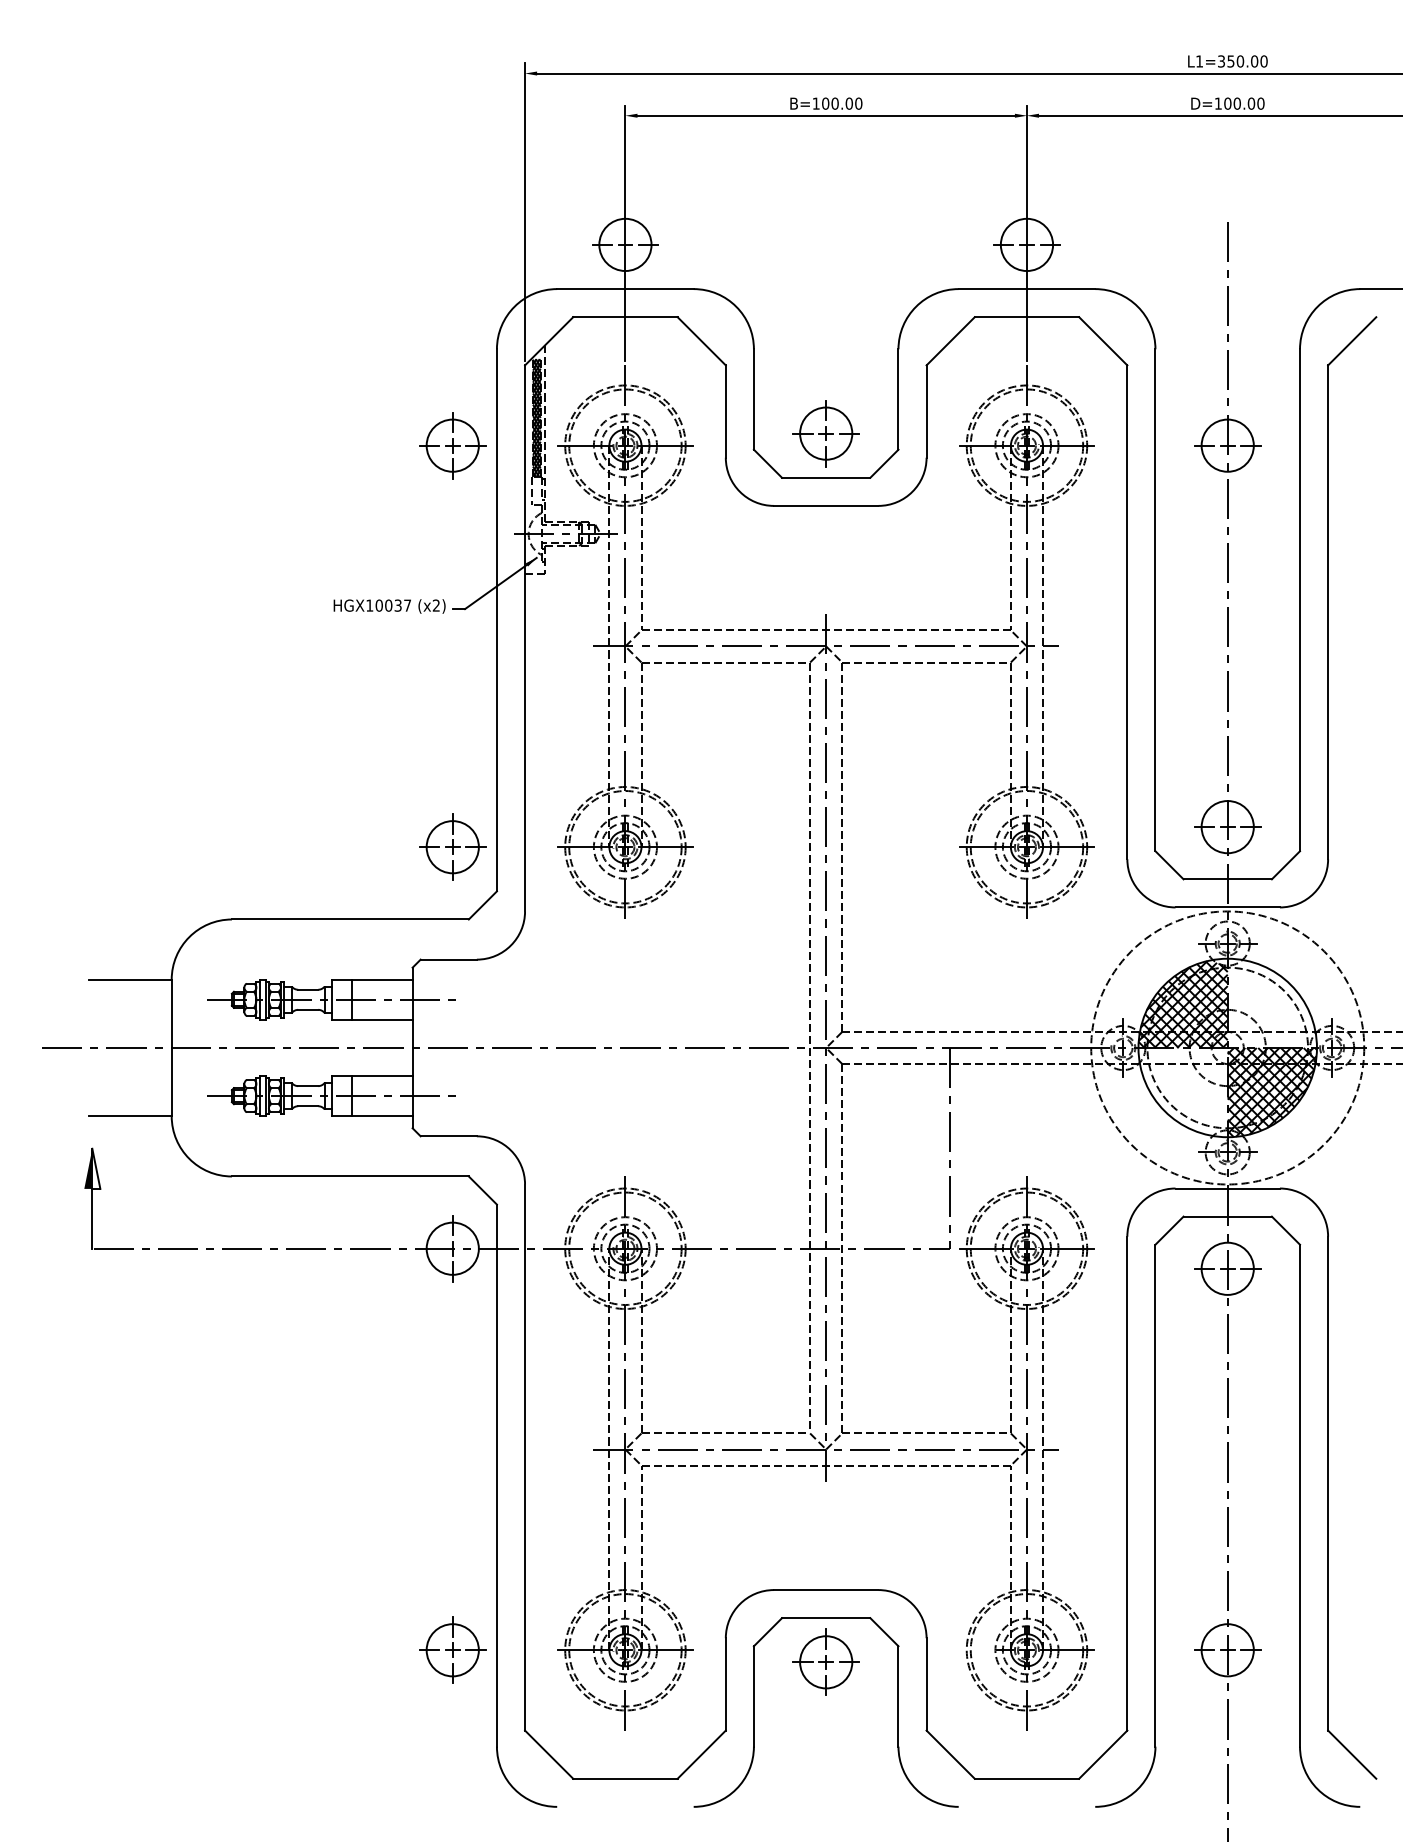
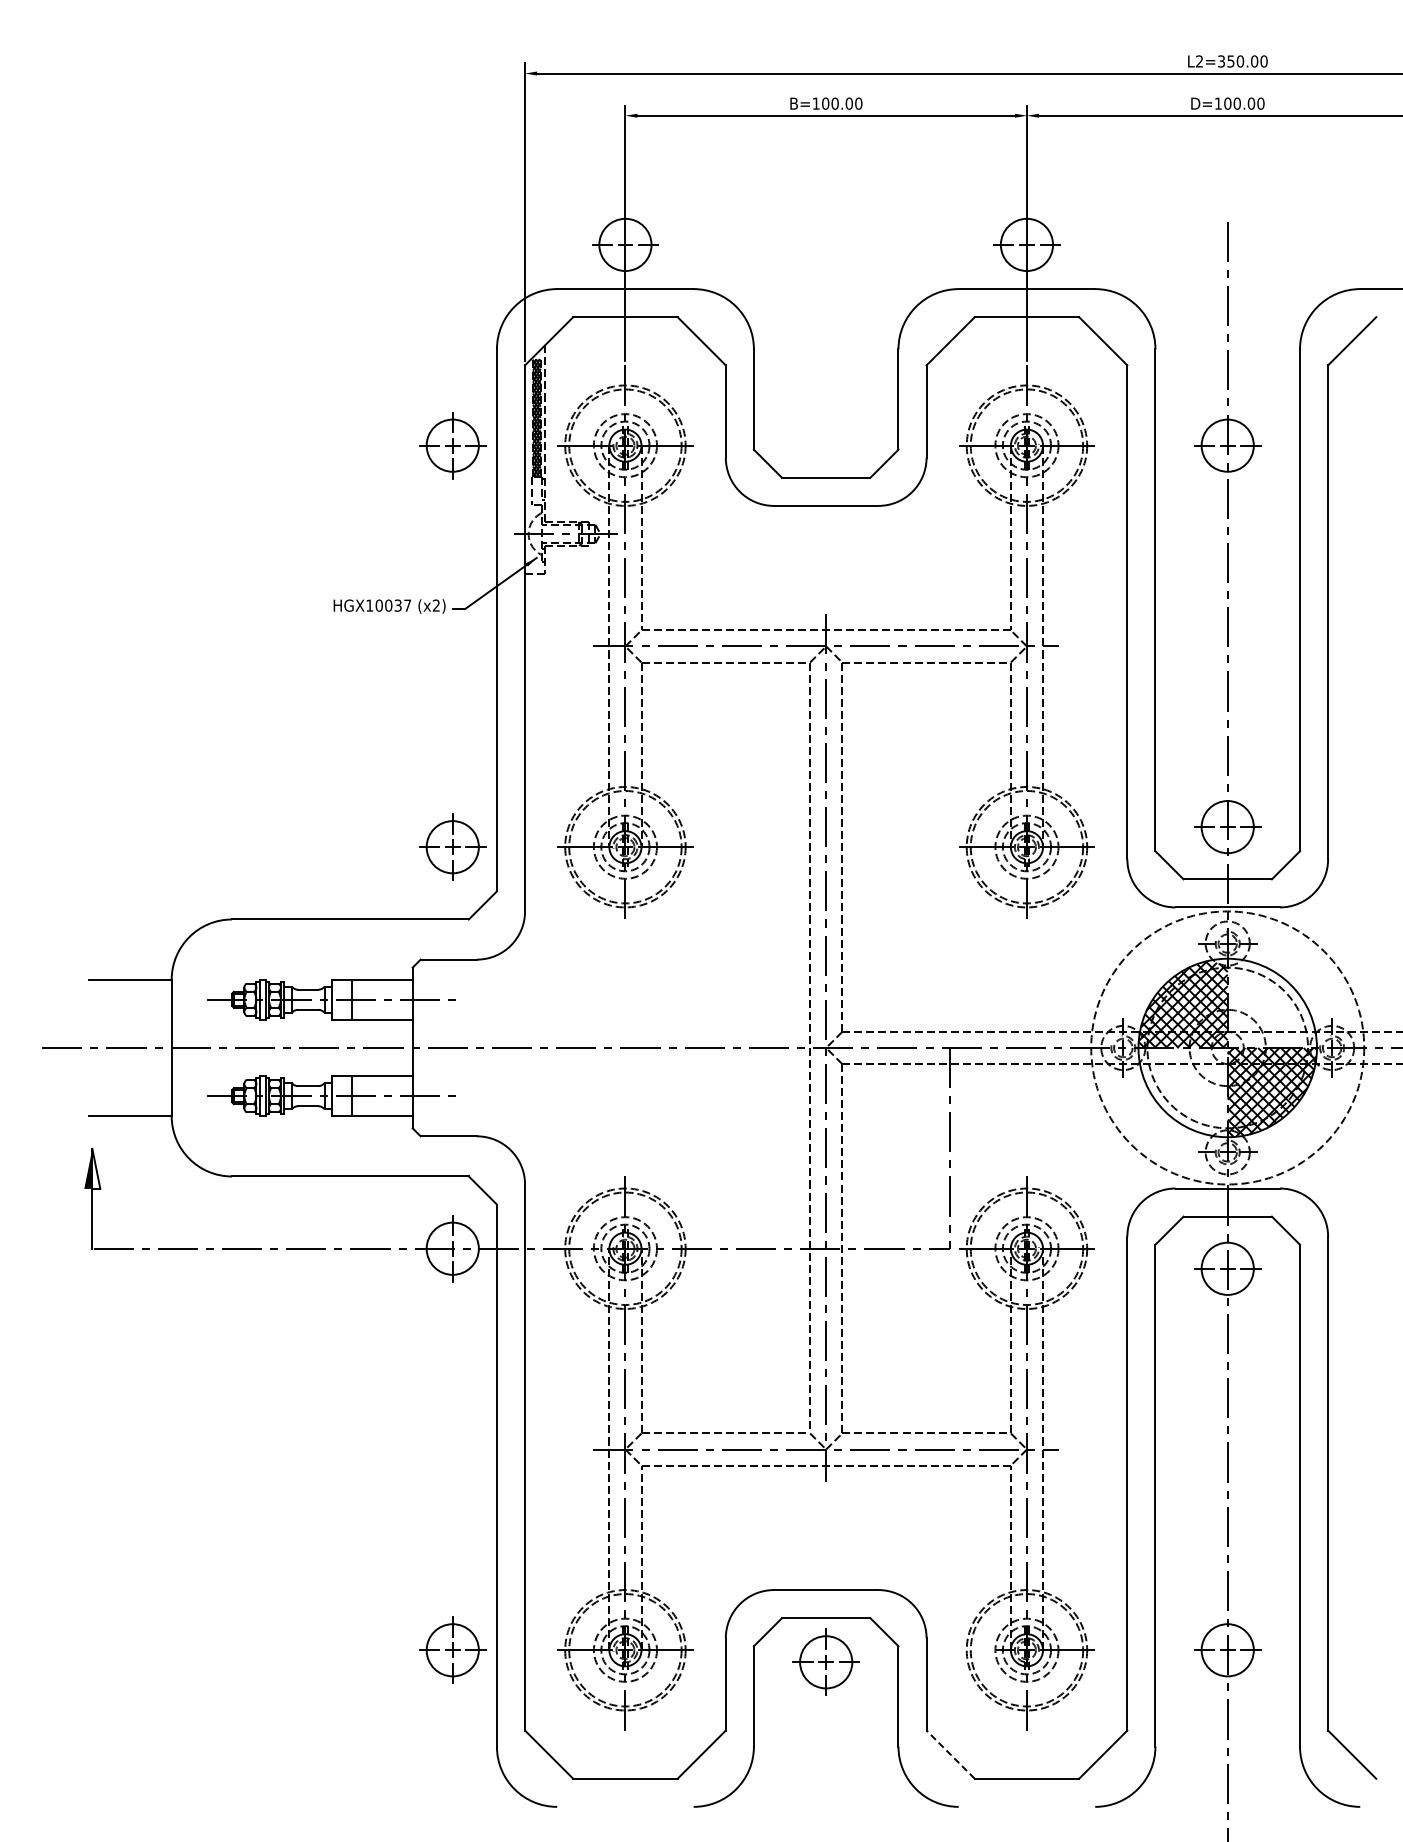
text at (1199, 61): L1=350.00 -> L2=350.00
part at (825, 433): present -> none
line at (950, 1754): solid -> dashed
